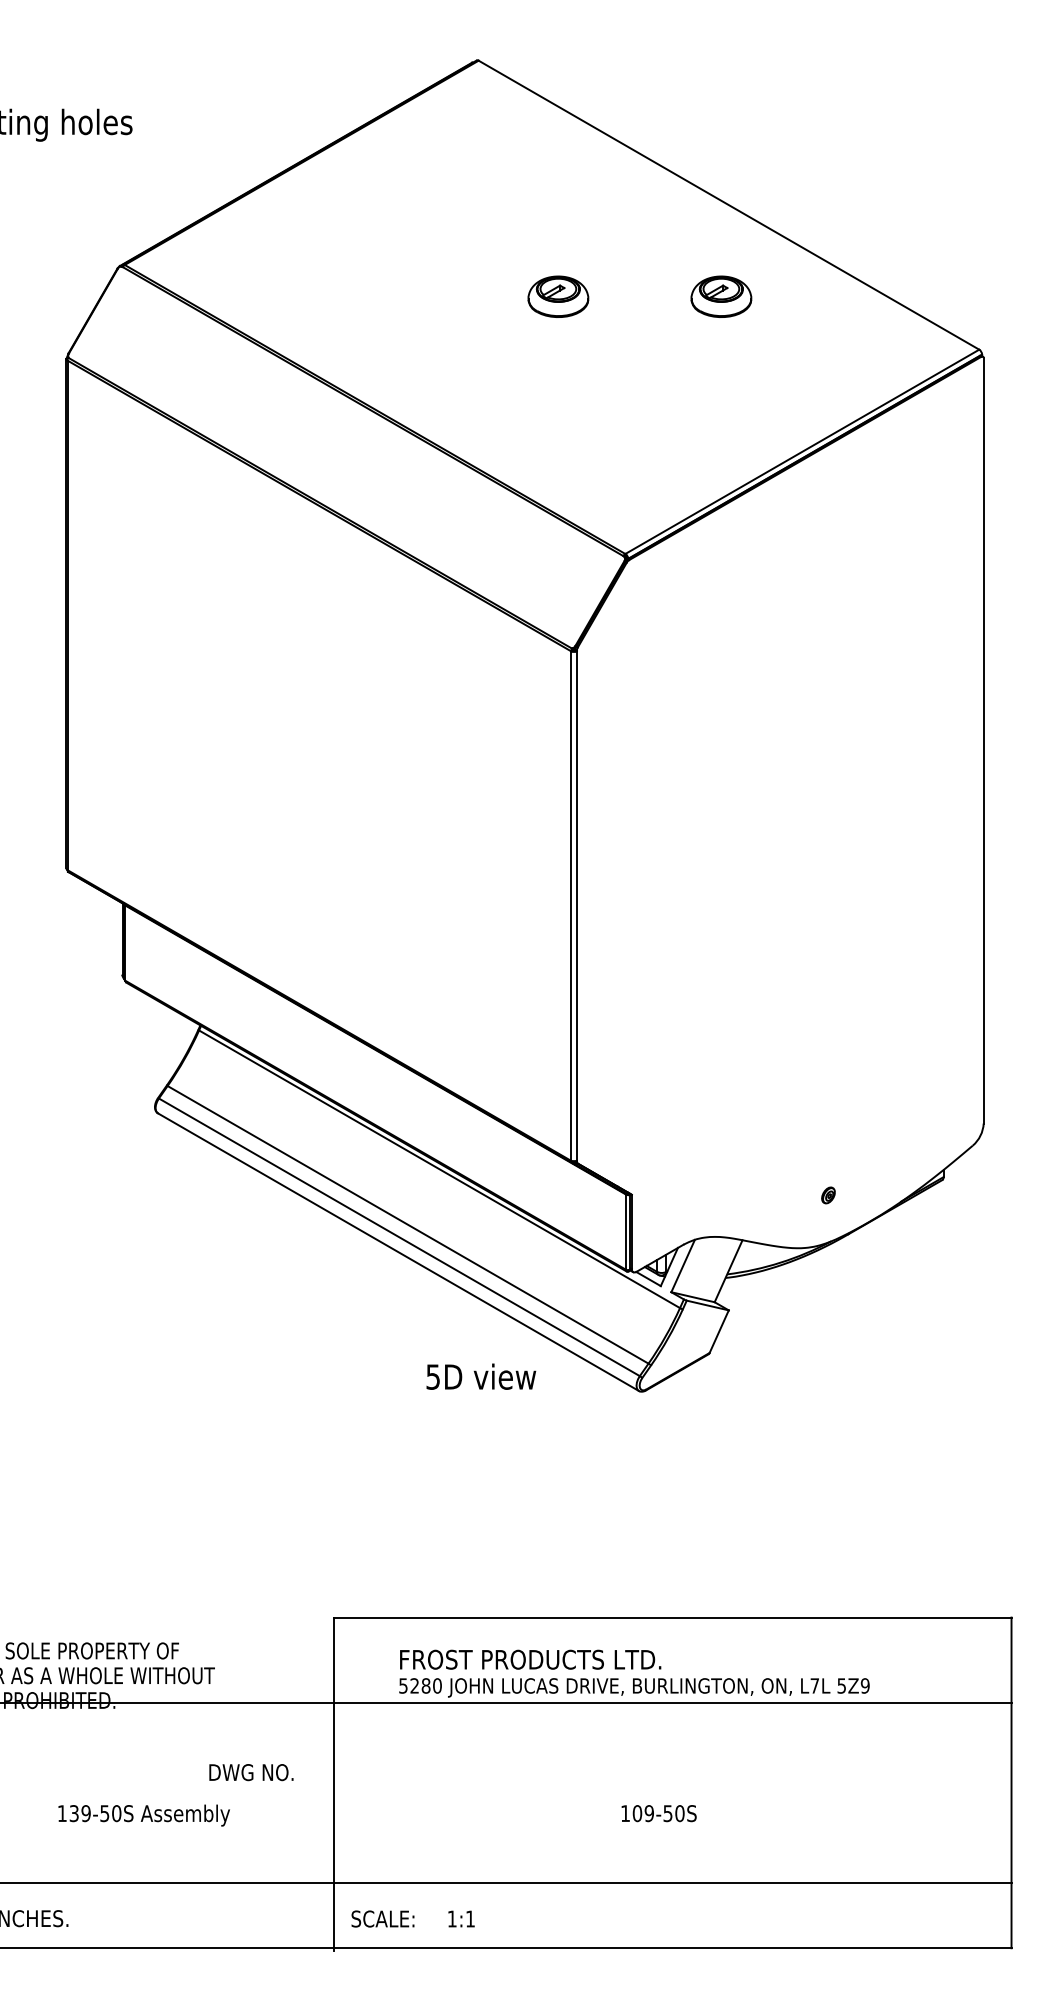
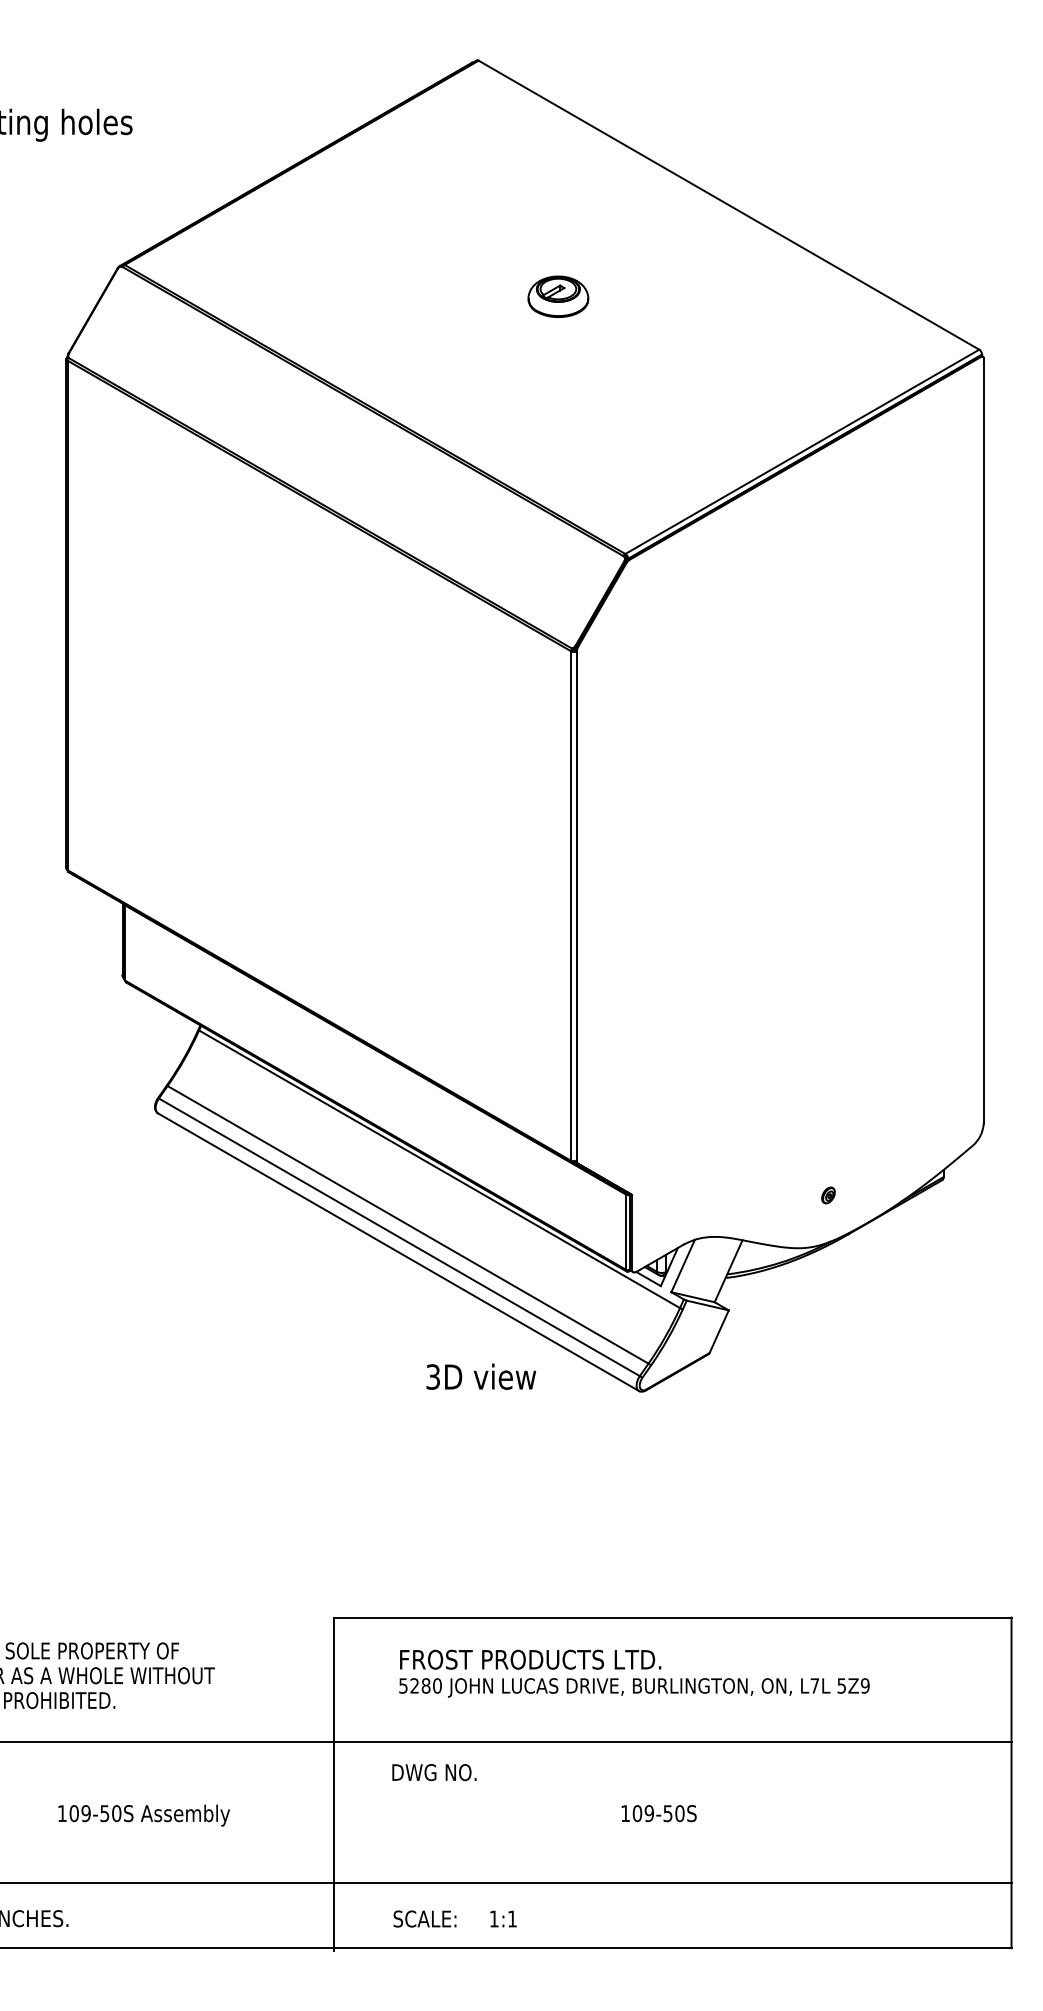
part at (721, 296): present -> none
text at (433, 1376): 5D -> 3D
line at (506, 1703) position: (506, 1703) -> (506, 1742)
text at (251, 1772) position: (251, 1772) -> (434, 1772)
text at (73, 1813): 139-50S -> 109-50S
text at (412, 1918) position: (412, 1918) -> (454, 1918)
